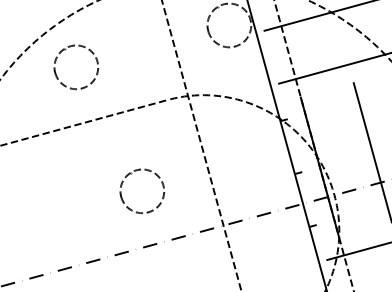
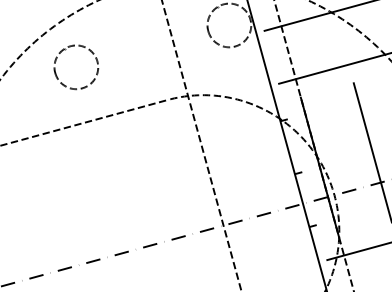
part at (131, 174): present -> none
